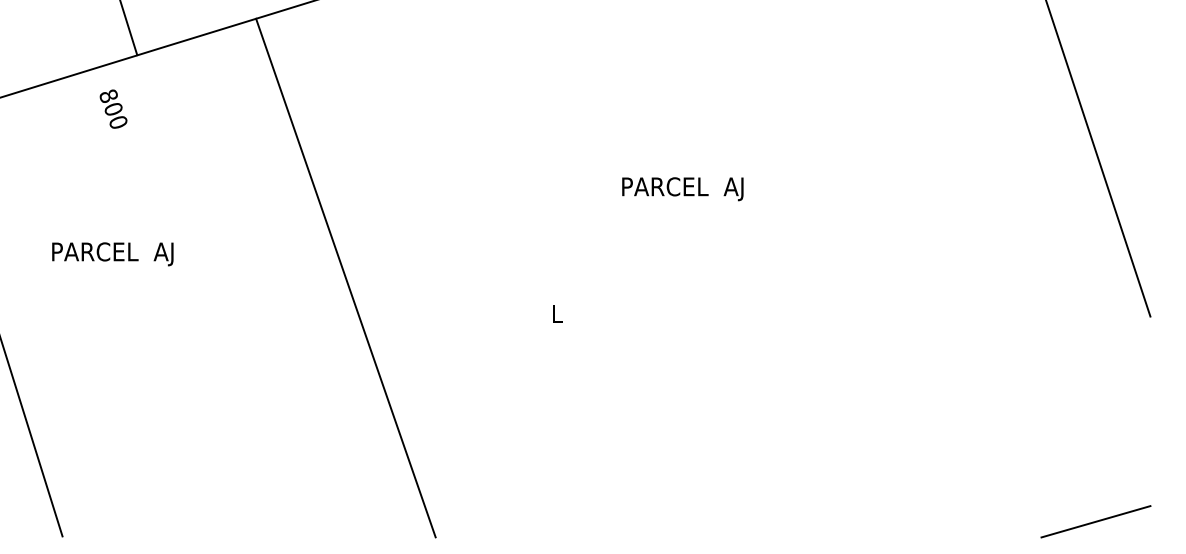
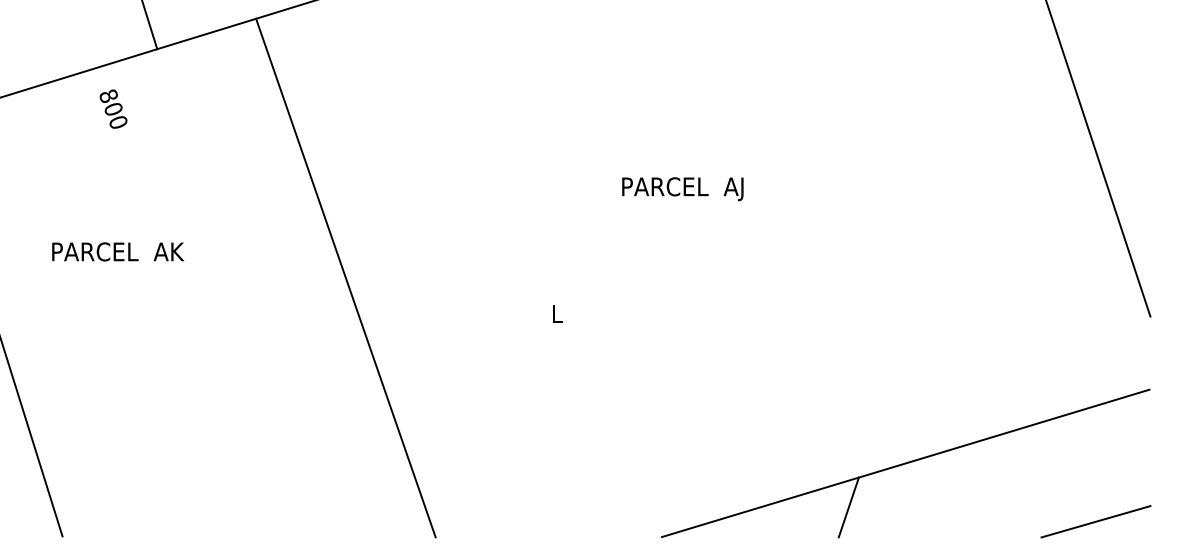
line at (128, 28) position: (128, 28) -> (149, 25)
text at (175, 254): PARCEL  AJ -> PARCEL  AK
part at (905, 463): none -> present
